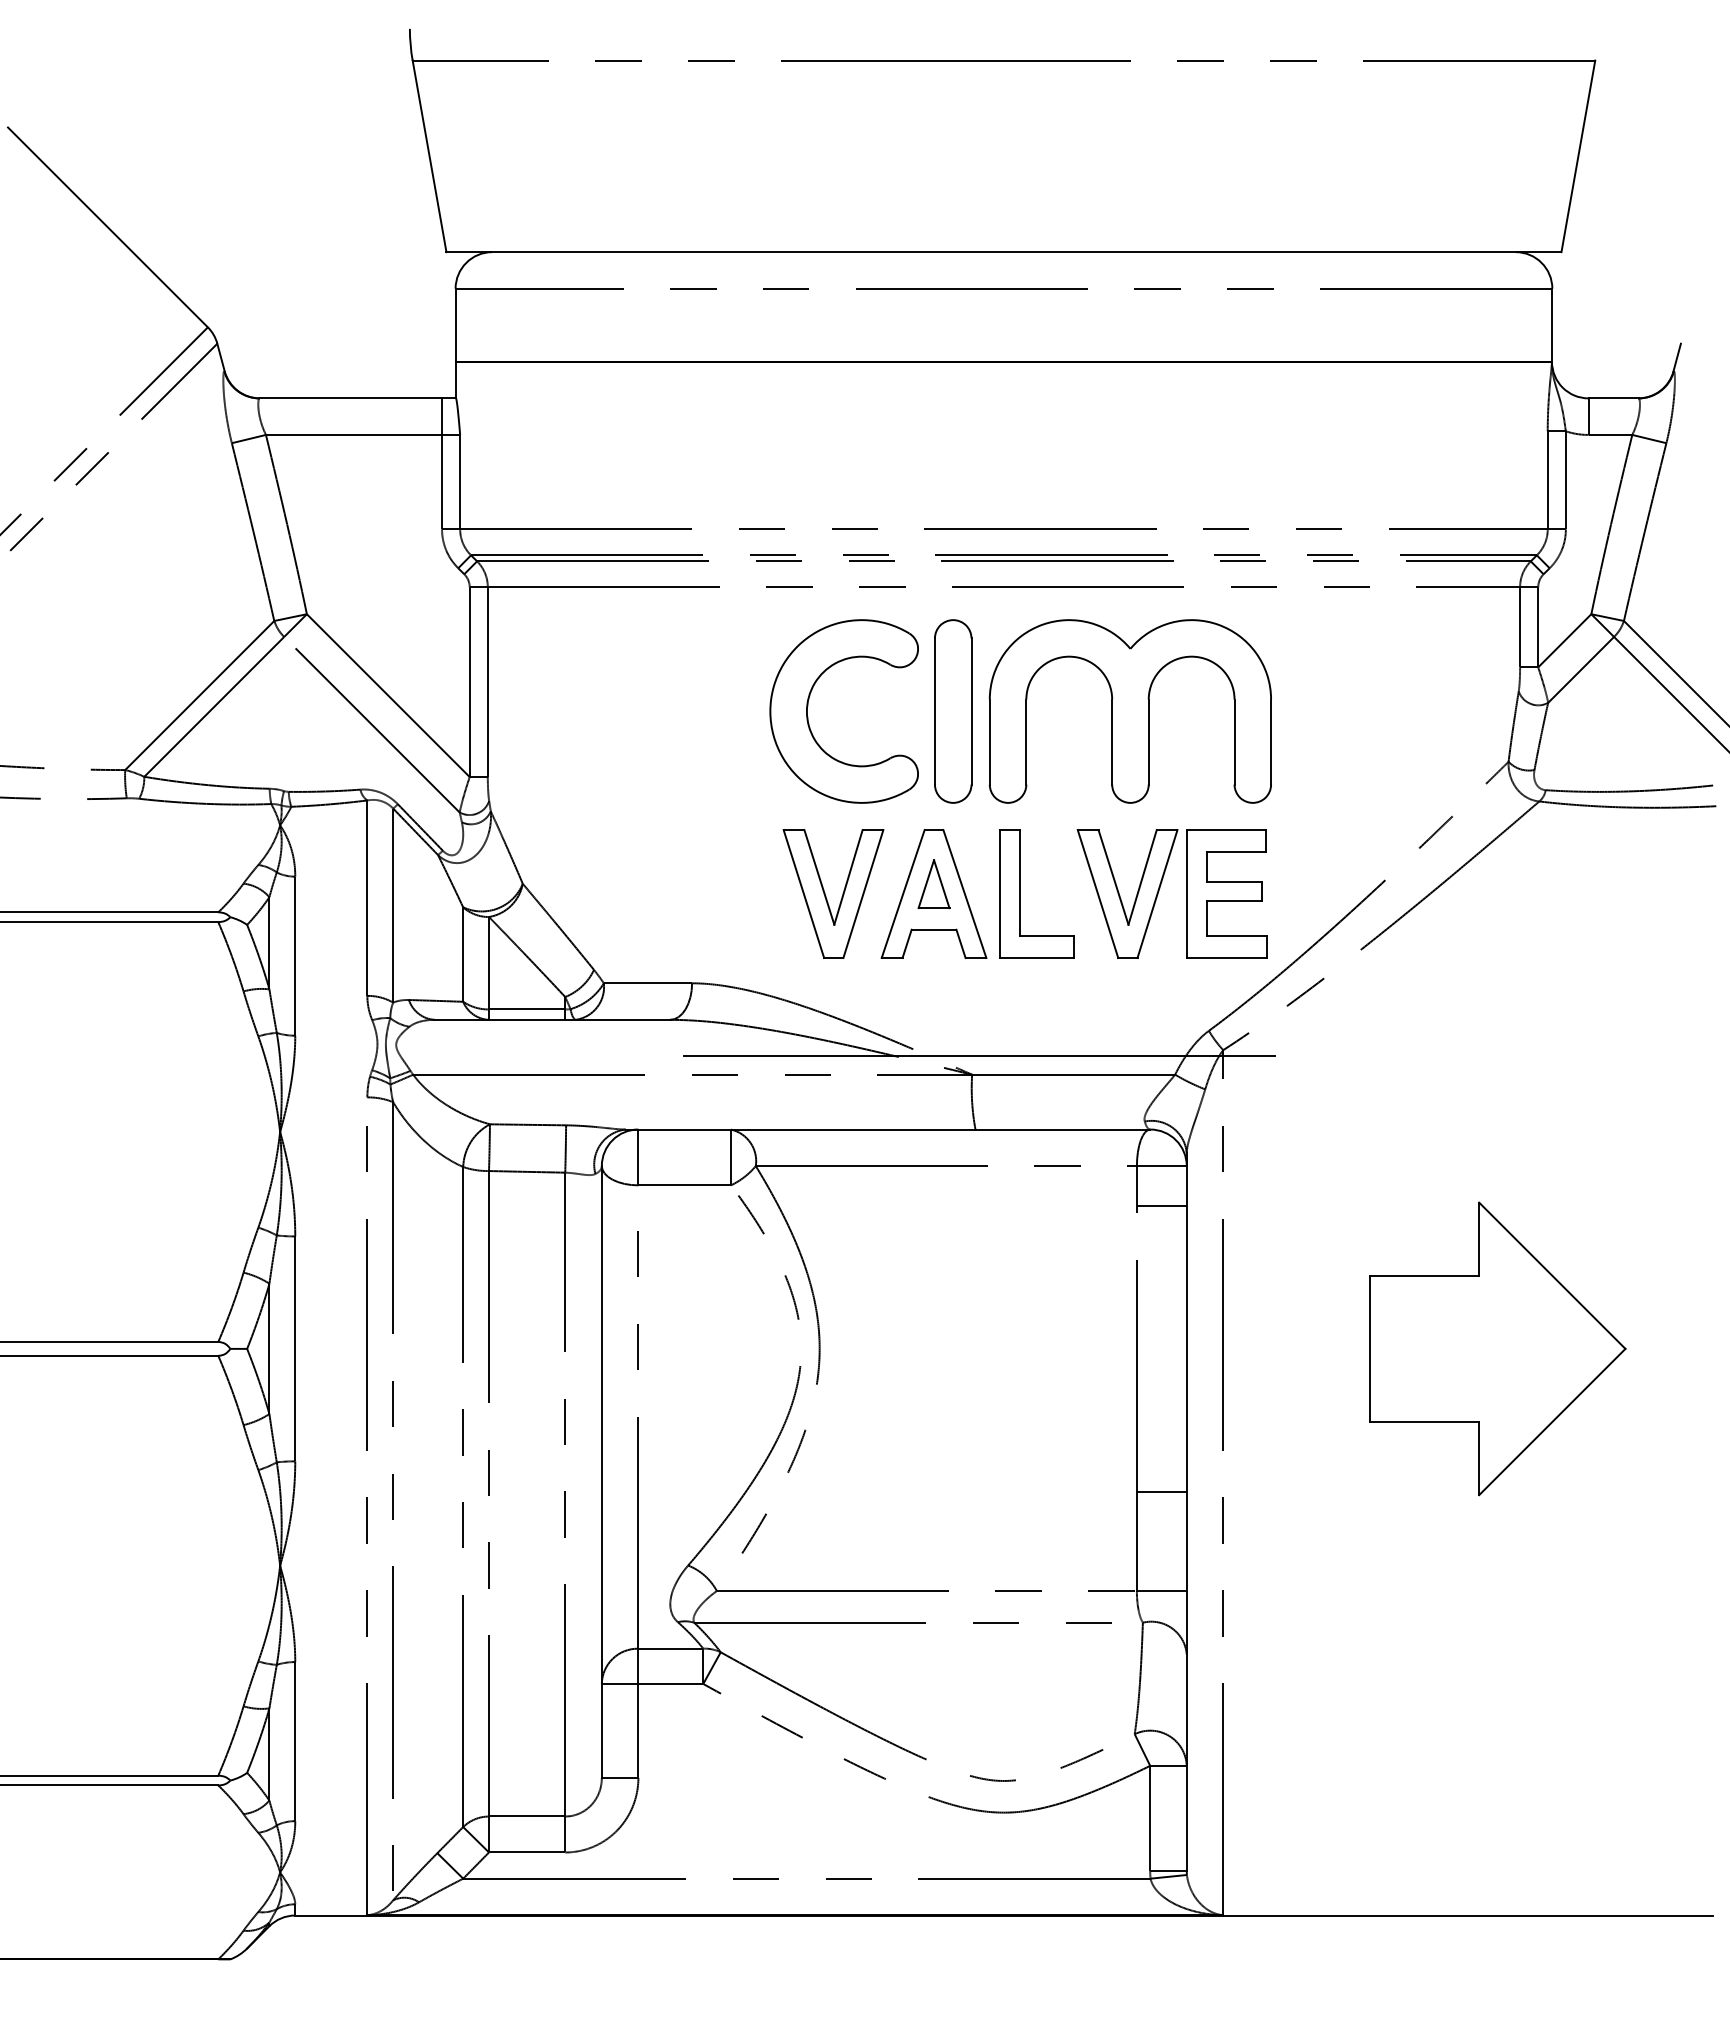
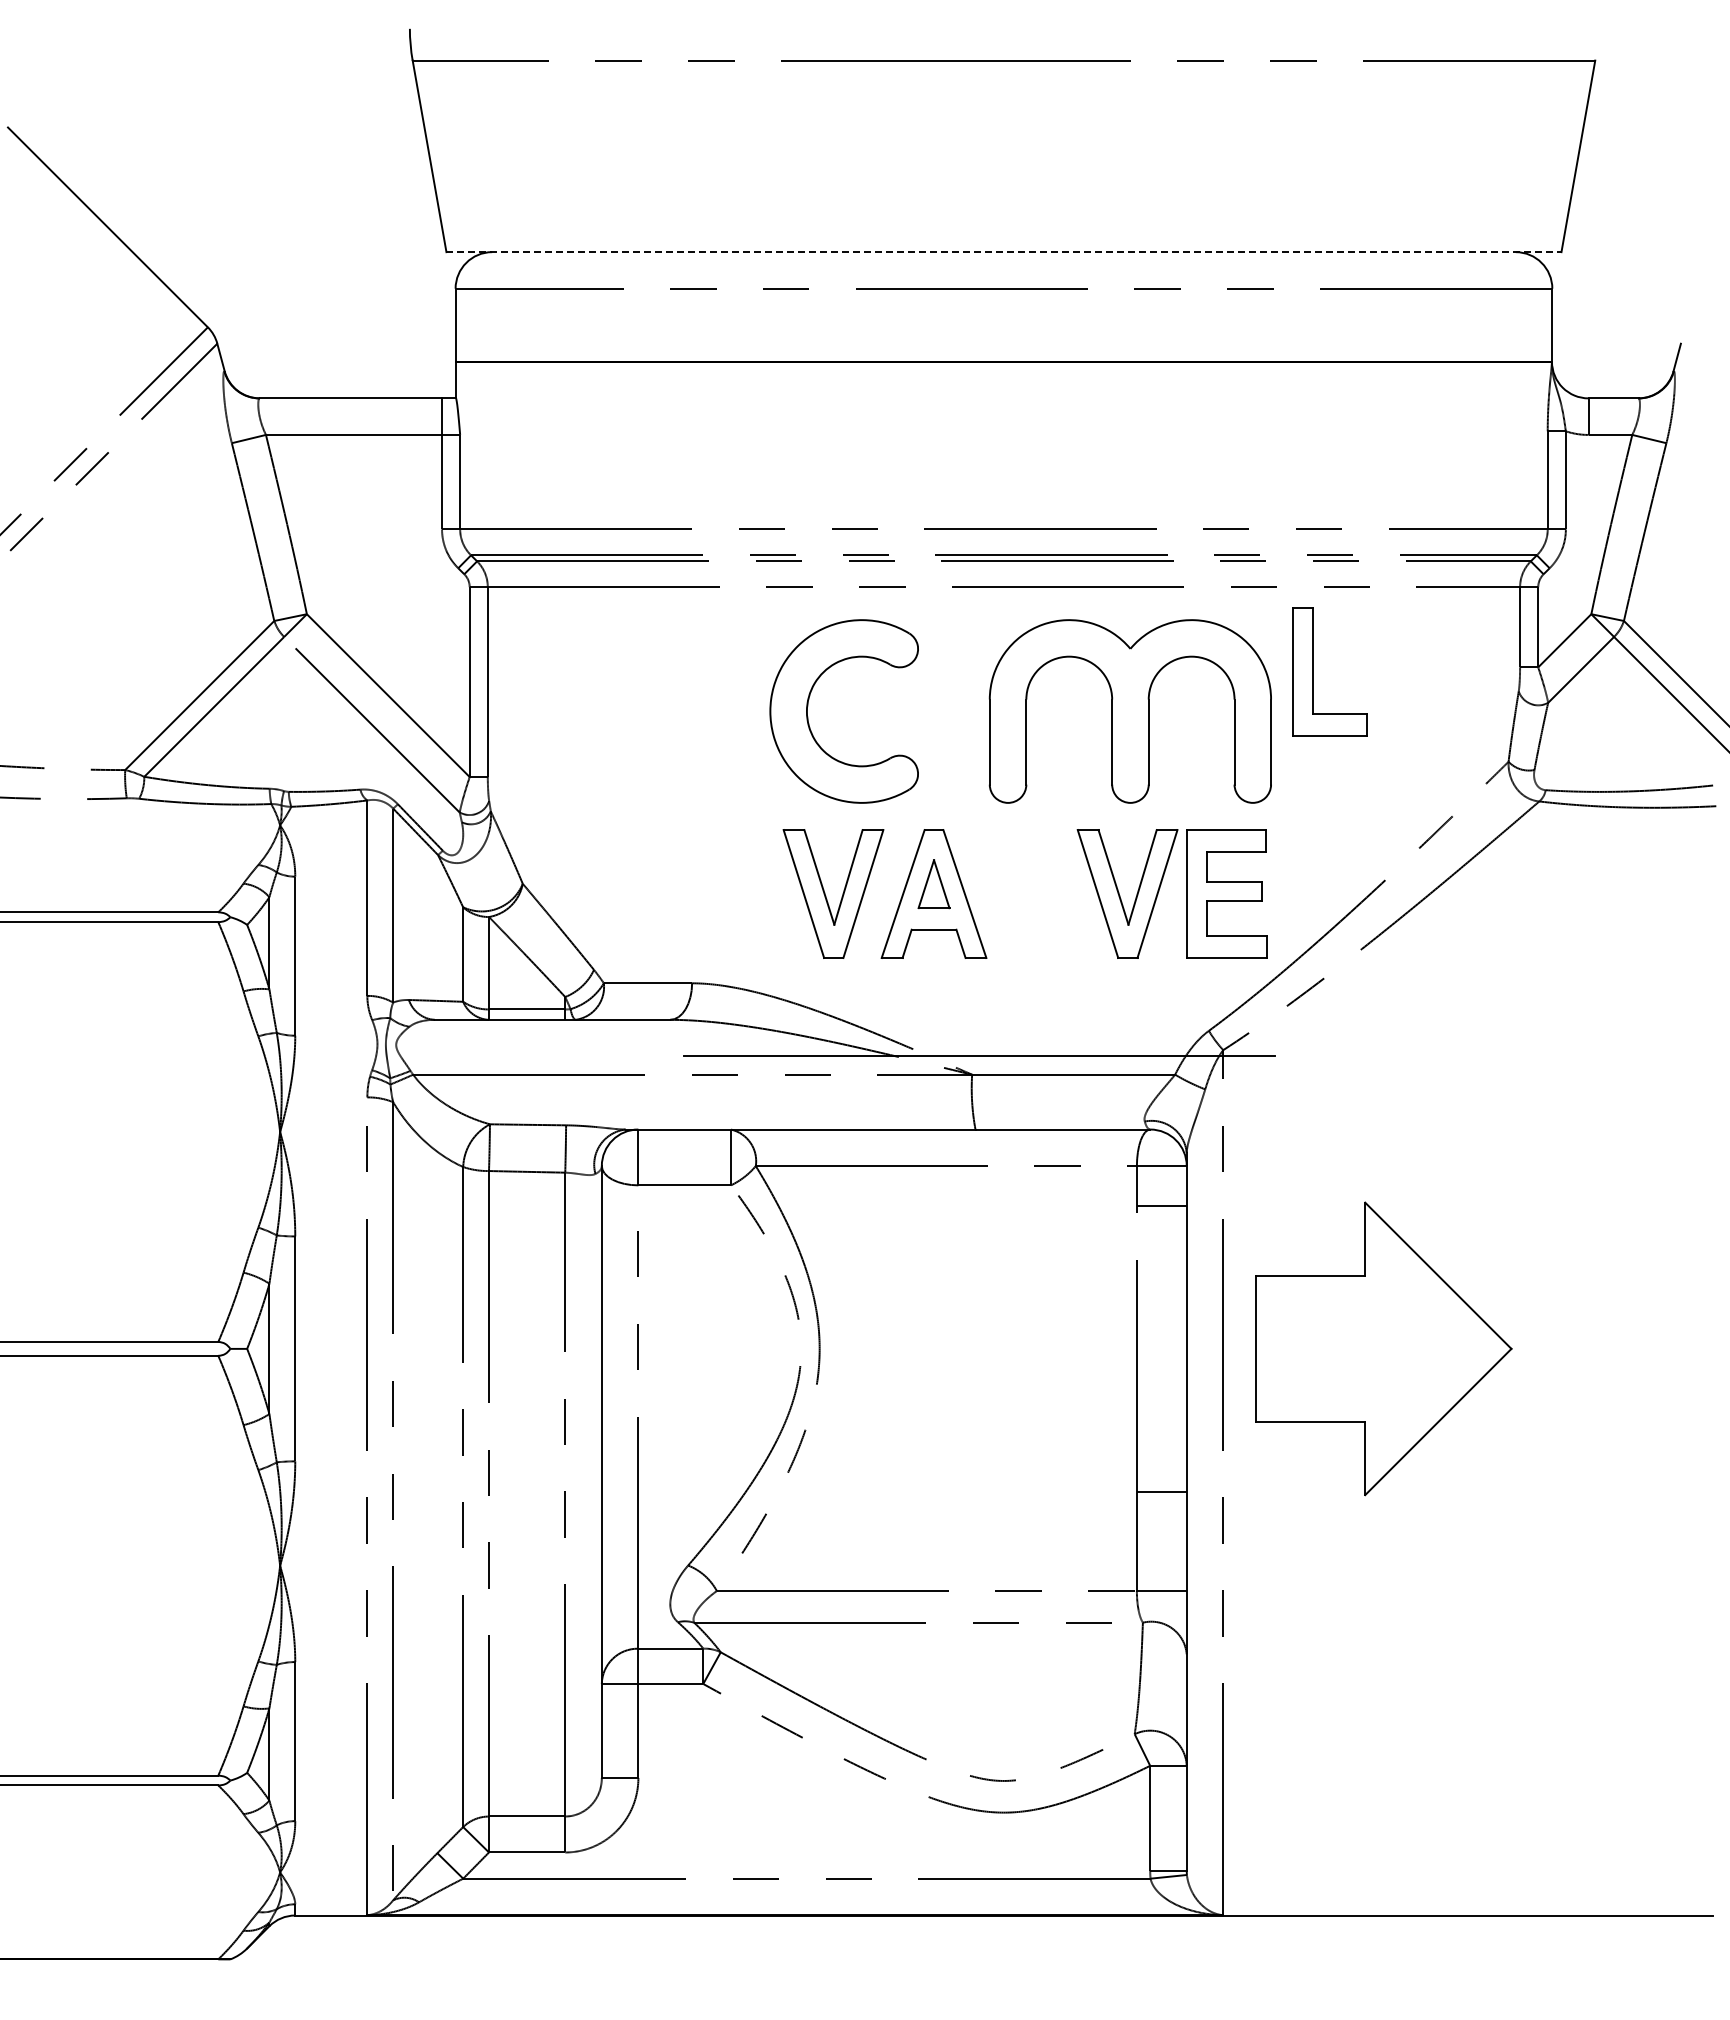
line at (1003, 252): solid -> dashed
part at (953, 711): present -> none
part at (1020, 893) position: (1020, 893) -> (1313, 671)
part at (1497, 1348) position: (1497, 1348) -> (1383, 1348)
